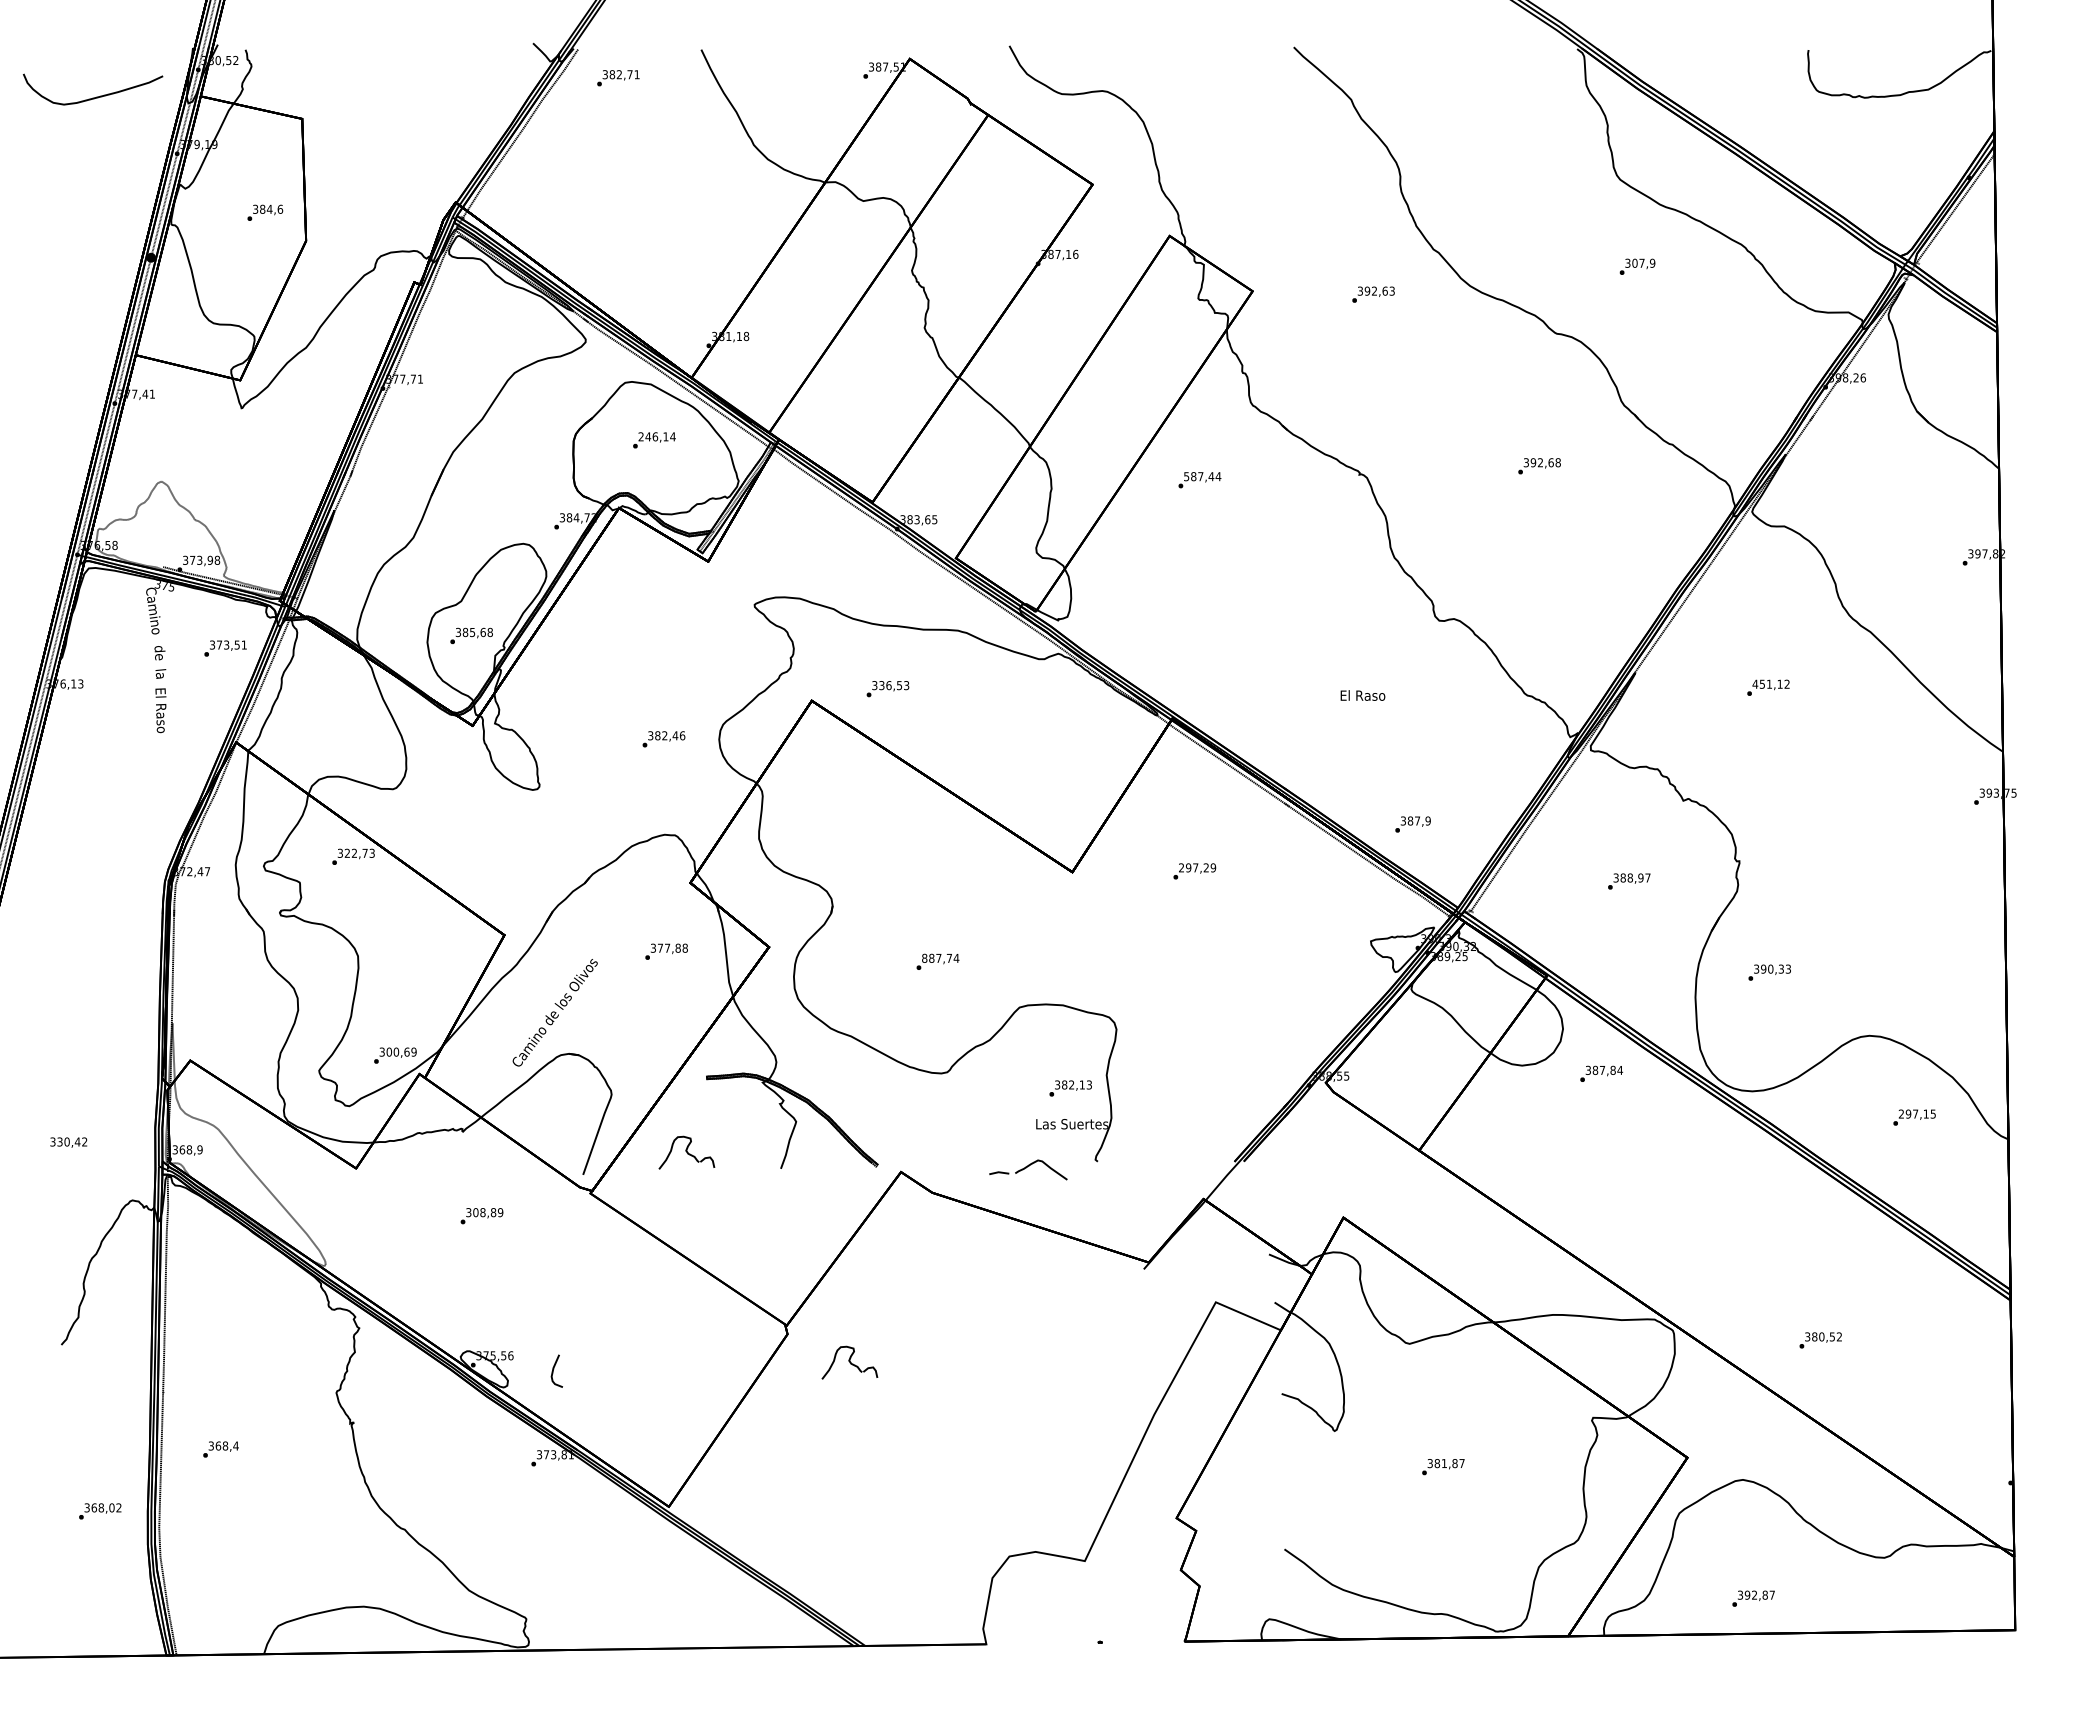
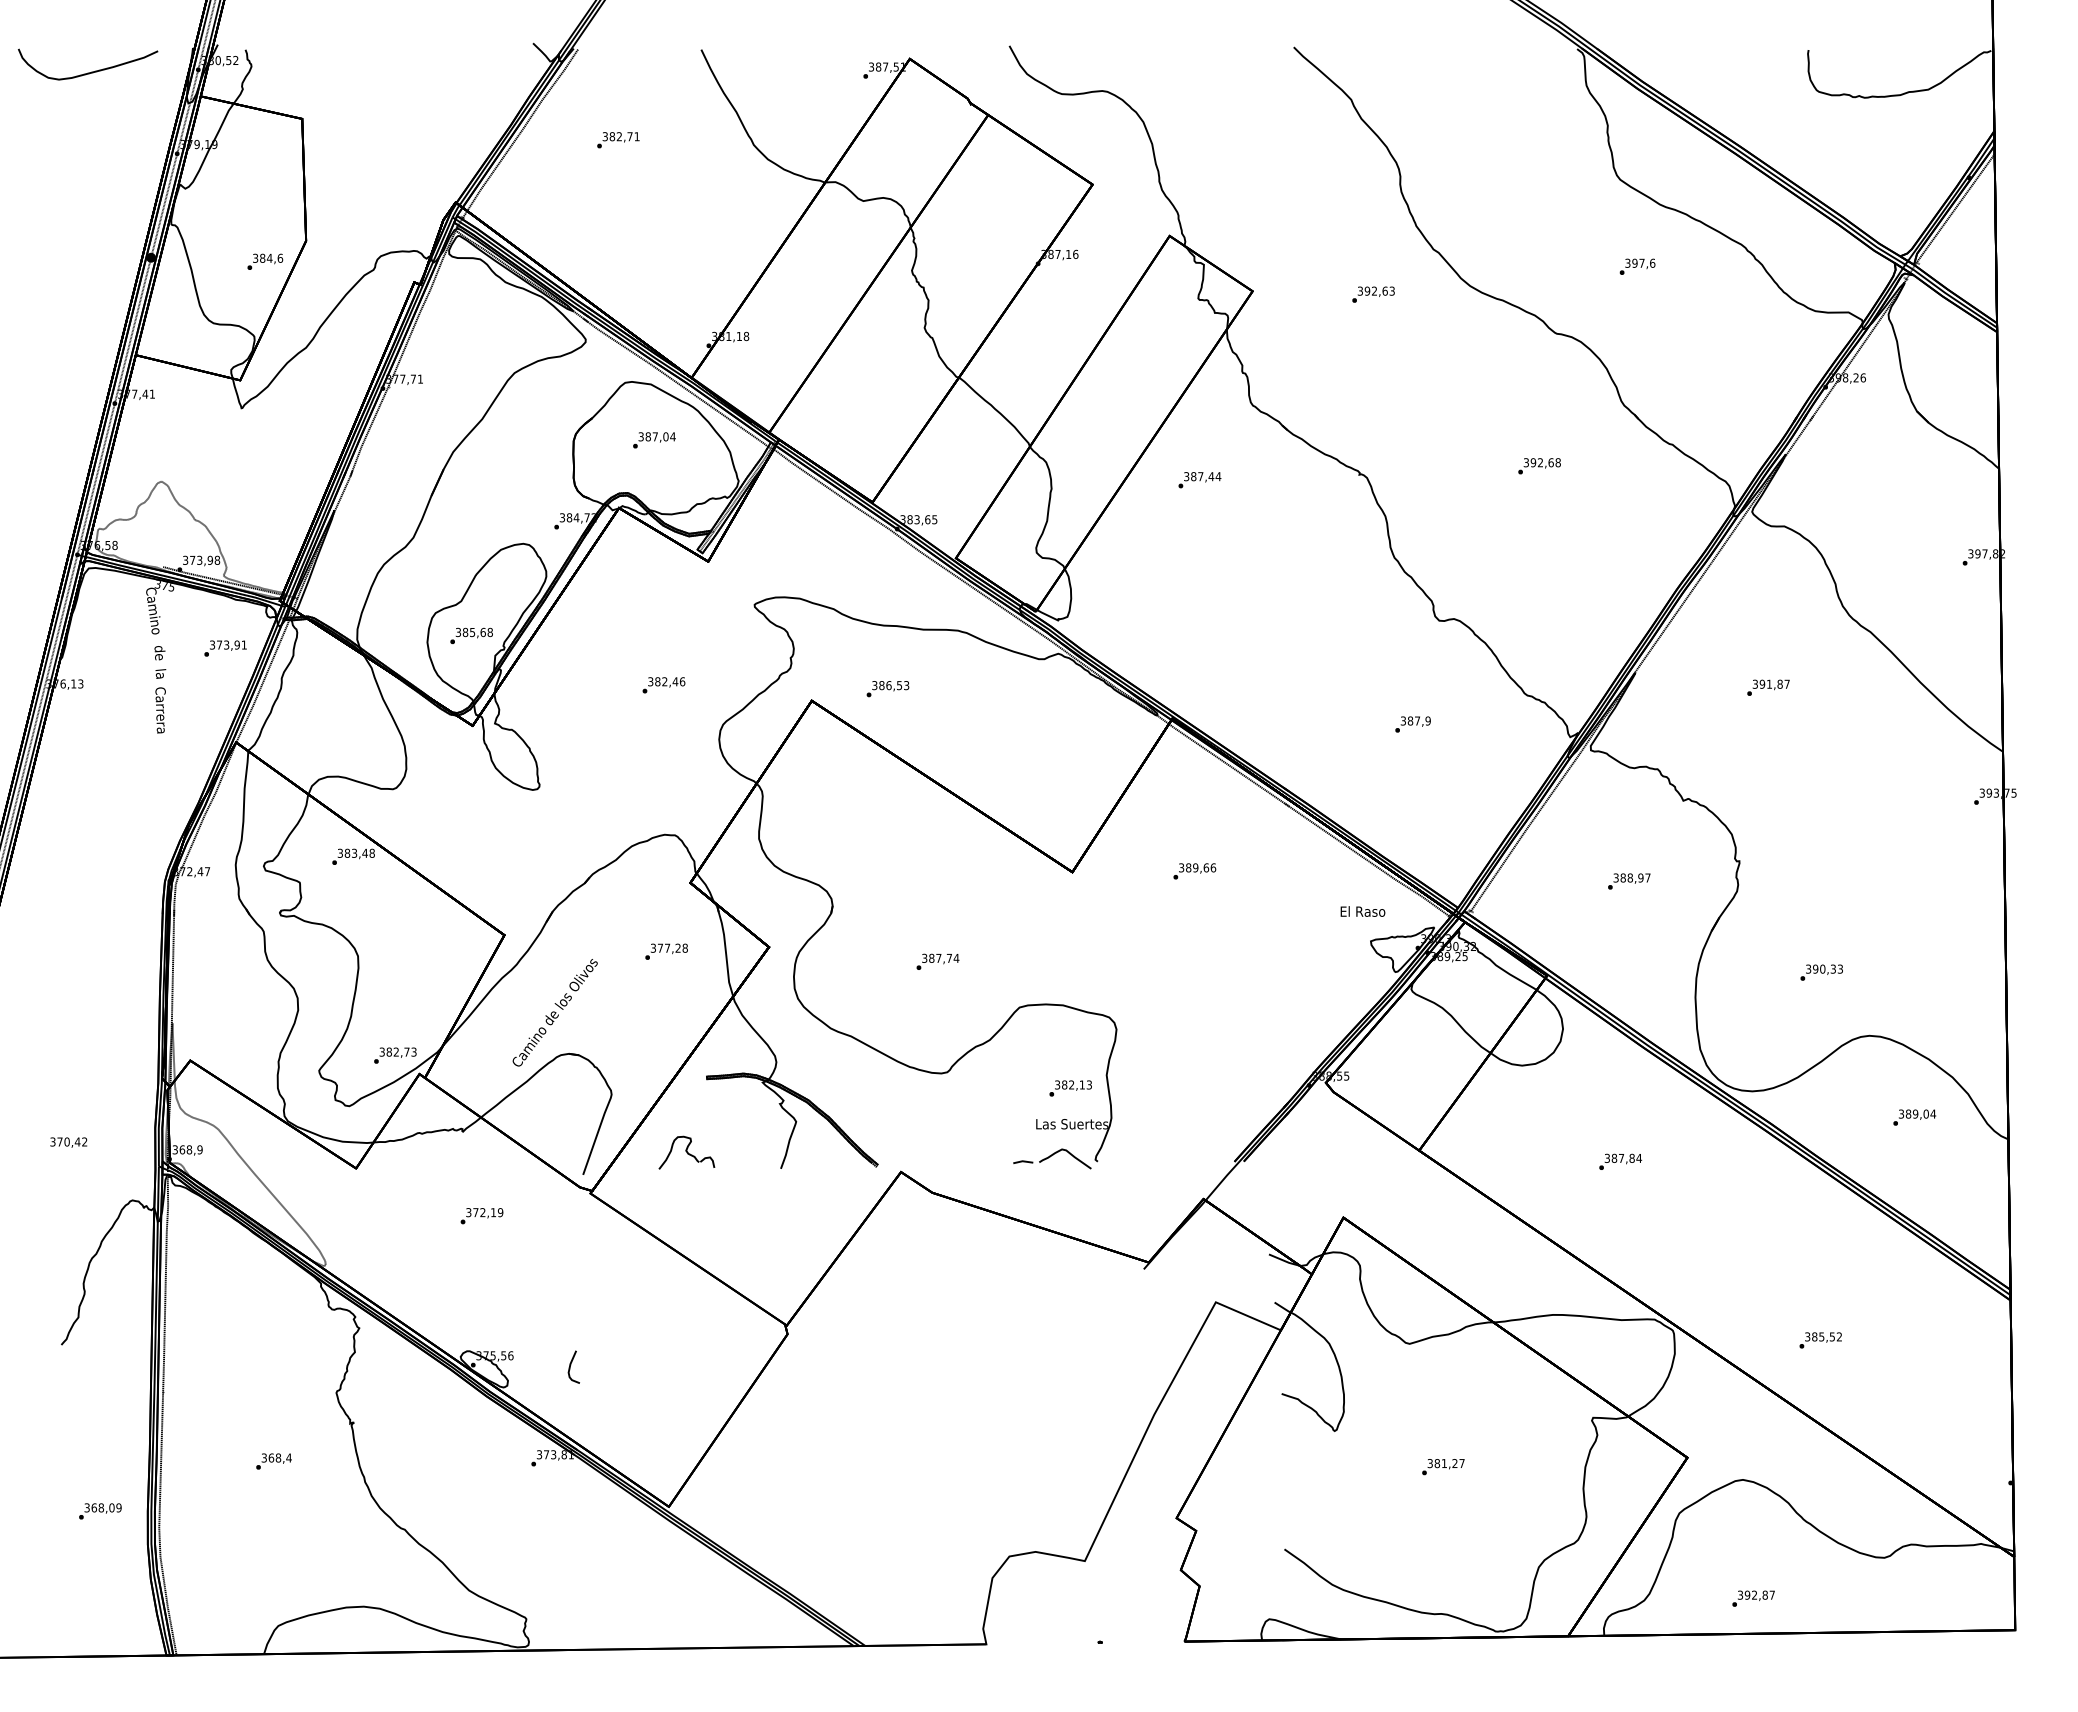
text at (618, 78) position: (618, 78) -> (618, 140)
curve at (96, 96) position: (96, 96) -> (91, 71)
text at (265, 212) position: (265, 212) -> (265, 261)
text at (1643, 262): 307,9 -> 397,6
text at (653, 436): 246,14 -> 387,04
text at (1186, 476): 587,44 -> 387,44
text at (236, 644): 373,51 -> 373,91
text at (1770, 683): 451,12 -> 391,87
text at (881, 685): 336,53 -> 386,53
text at (1362, 695) position: (1362, 695) -> (1362, 911)
text at (160, 710): El Raso -> Carrera
text at (663, 739) position: (663, 739) -> (663, 685)
text at (1412, 824) position: (1412, 824) -> (1412, 724)
text at (359, 852): 322,73 -> 383,48
text at (1197, 867): 297,29 -> 389,66
text at (677, 947): 377,88 -> 377,28
text at (924, 957): 887,74 -> 387,74
text at (1769, 972) position: (1769, 972) -> (1821, 972)
text at (401, 1051): 300,69 -> 382,73
text at (1601, 1073) position: (1601, 1073) -> (1620, 1161)
text at (1917, 1113): 297,15 -> 389,04
text at (59, 1141): 330,42 -> 370,42
part at (1028, 1169) position: (1028, 1169) -> (1052, 1158)
text at (484, 1212): 308,89 -> 372,19
text at (1821, 1336): 380,52 -> 385,52
part at (849, 1362): present -> none
curve at (554, 1369) position: (554, 1369) -> (571, 1365)
text at (220, 1449) position: (220, 1449) -> (273, 1461)
text at (1454, 1463): 381,87 -> 381,27
text at (118, 1507): 368,02 -> 368,09
